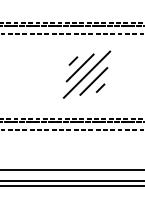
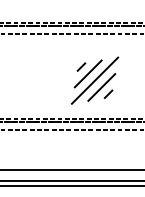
part at (86, 74) position: (86, 74) -> (94, 80)
